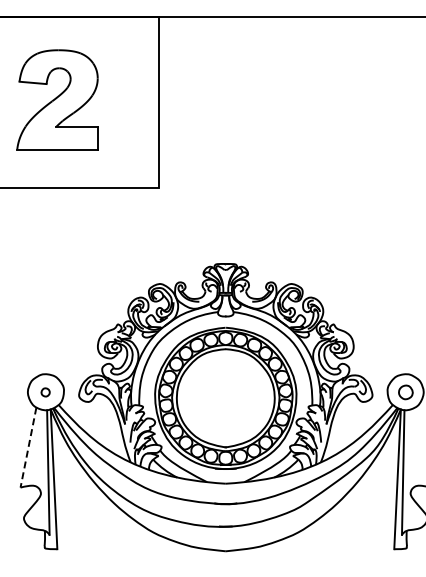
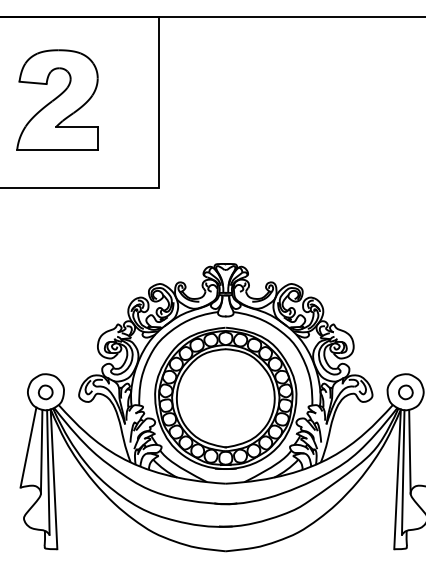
part at (45, 392) size: 11x11 px -> 17x17 px
line at (28, 447): dashed -> solid
line at (41, 451): none -> present
line at (409, 451): none -> present
